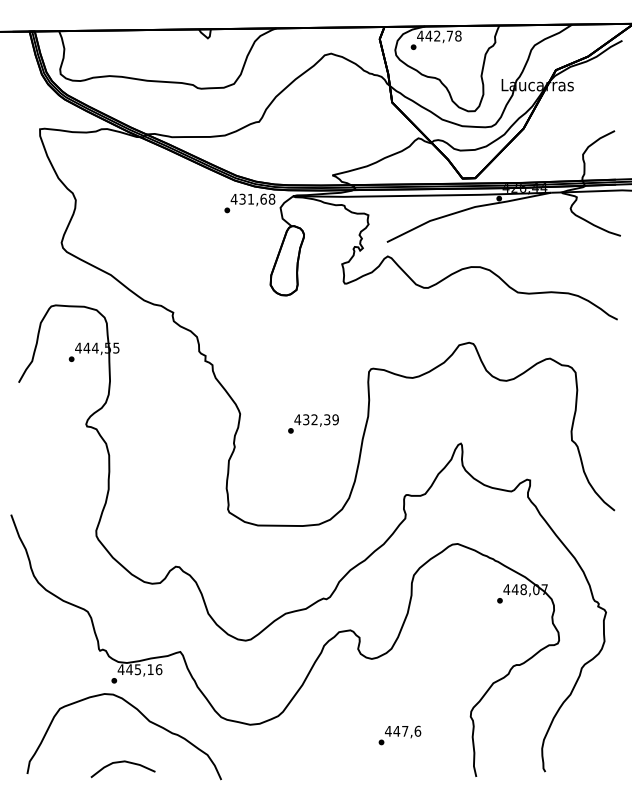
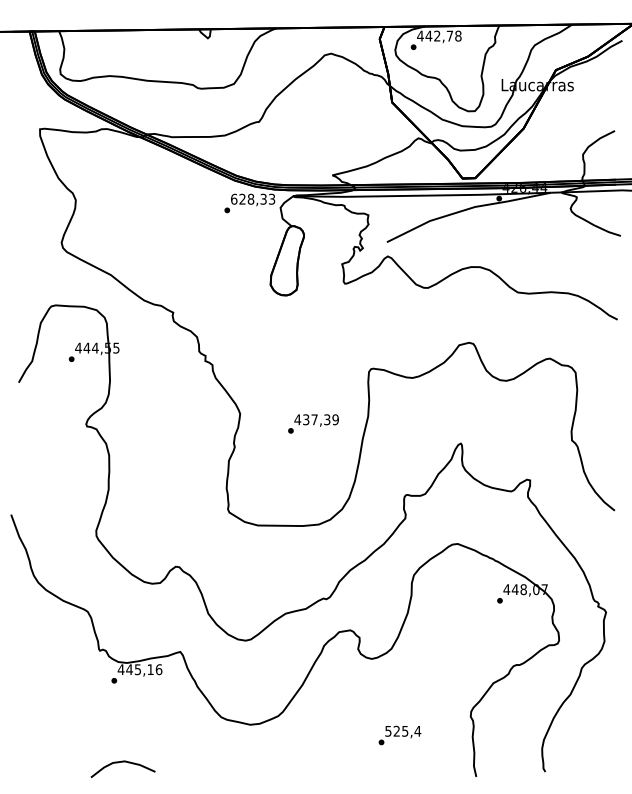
text at (252, 198): 431,68 -> 628,33
text at (314, 419): 432,39 -> 437,39
curve at (143, 716): present -> none
text at (402, 730): 447,6 -> 525,4
